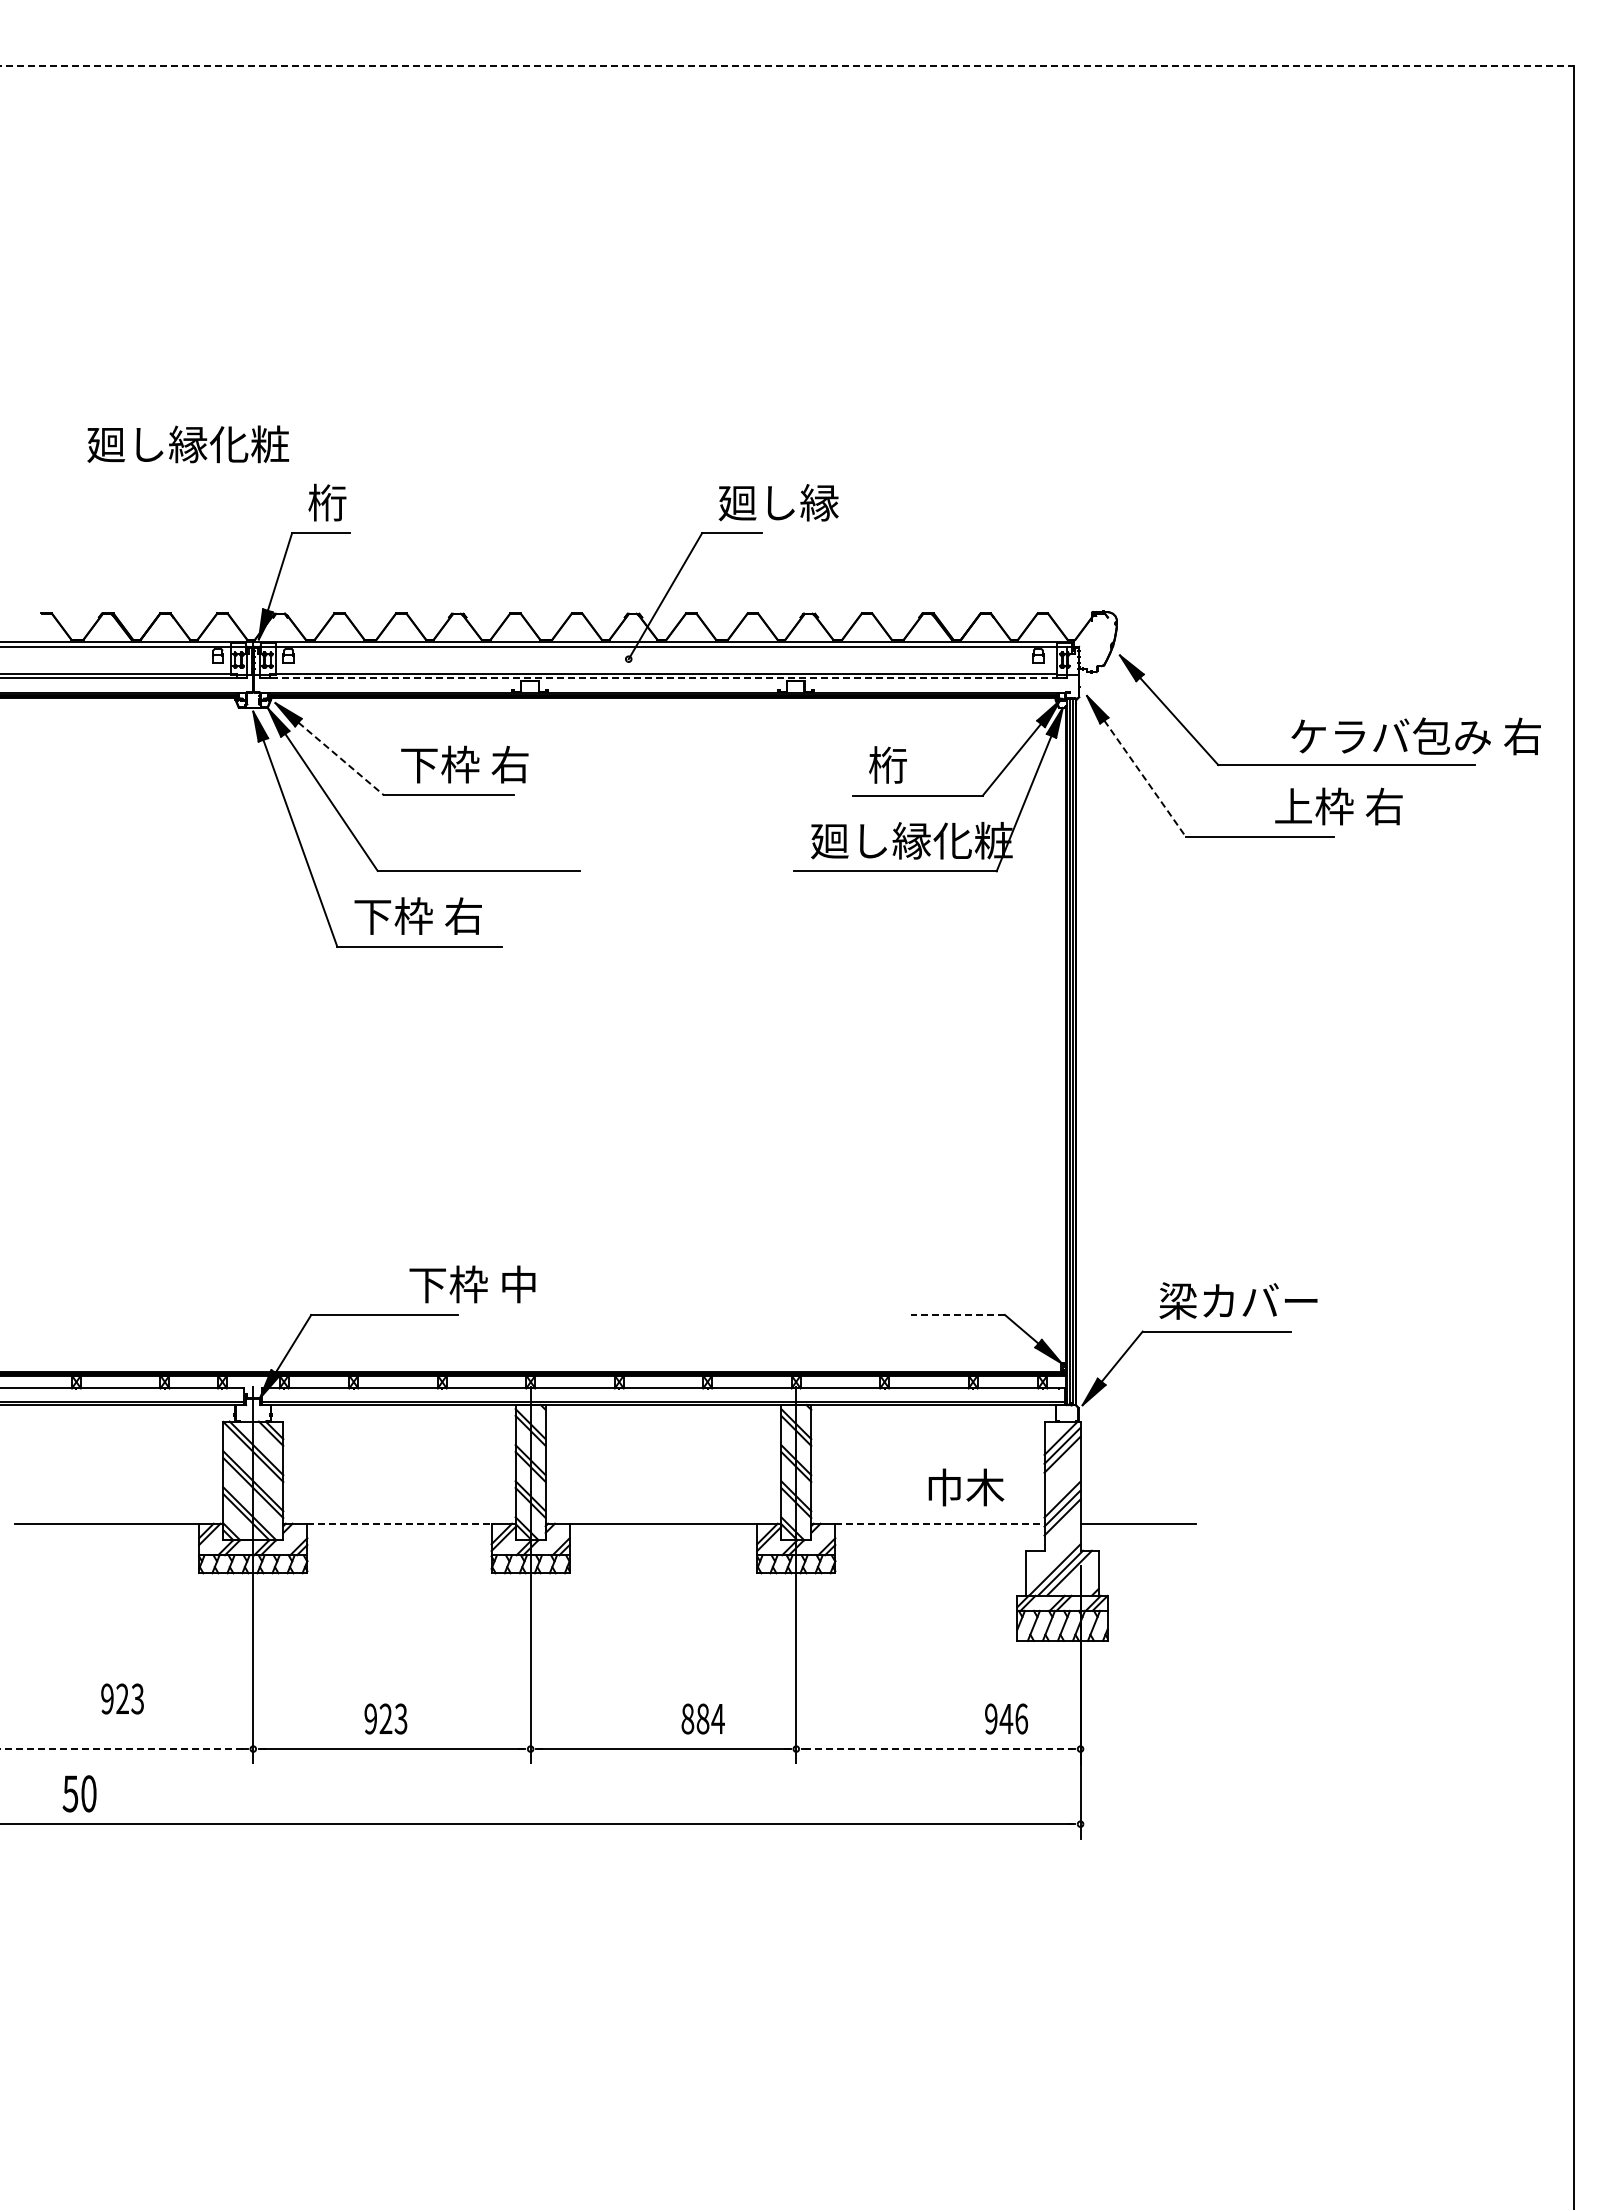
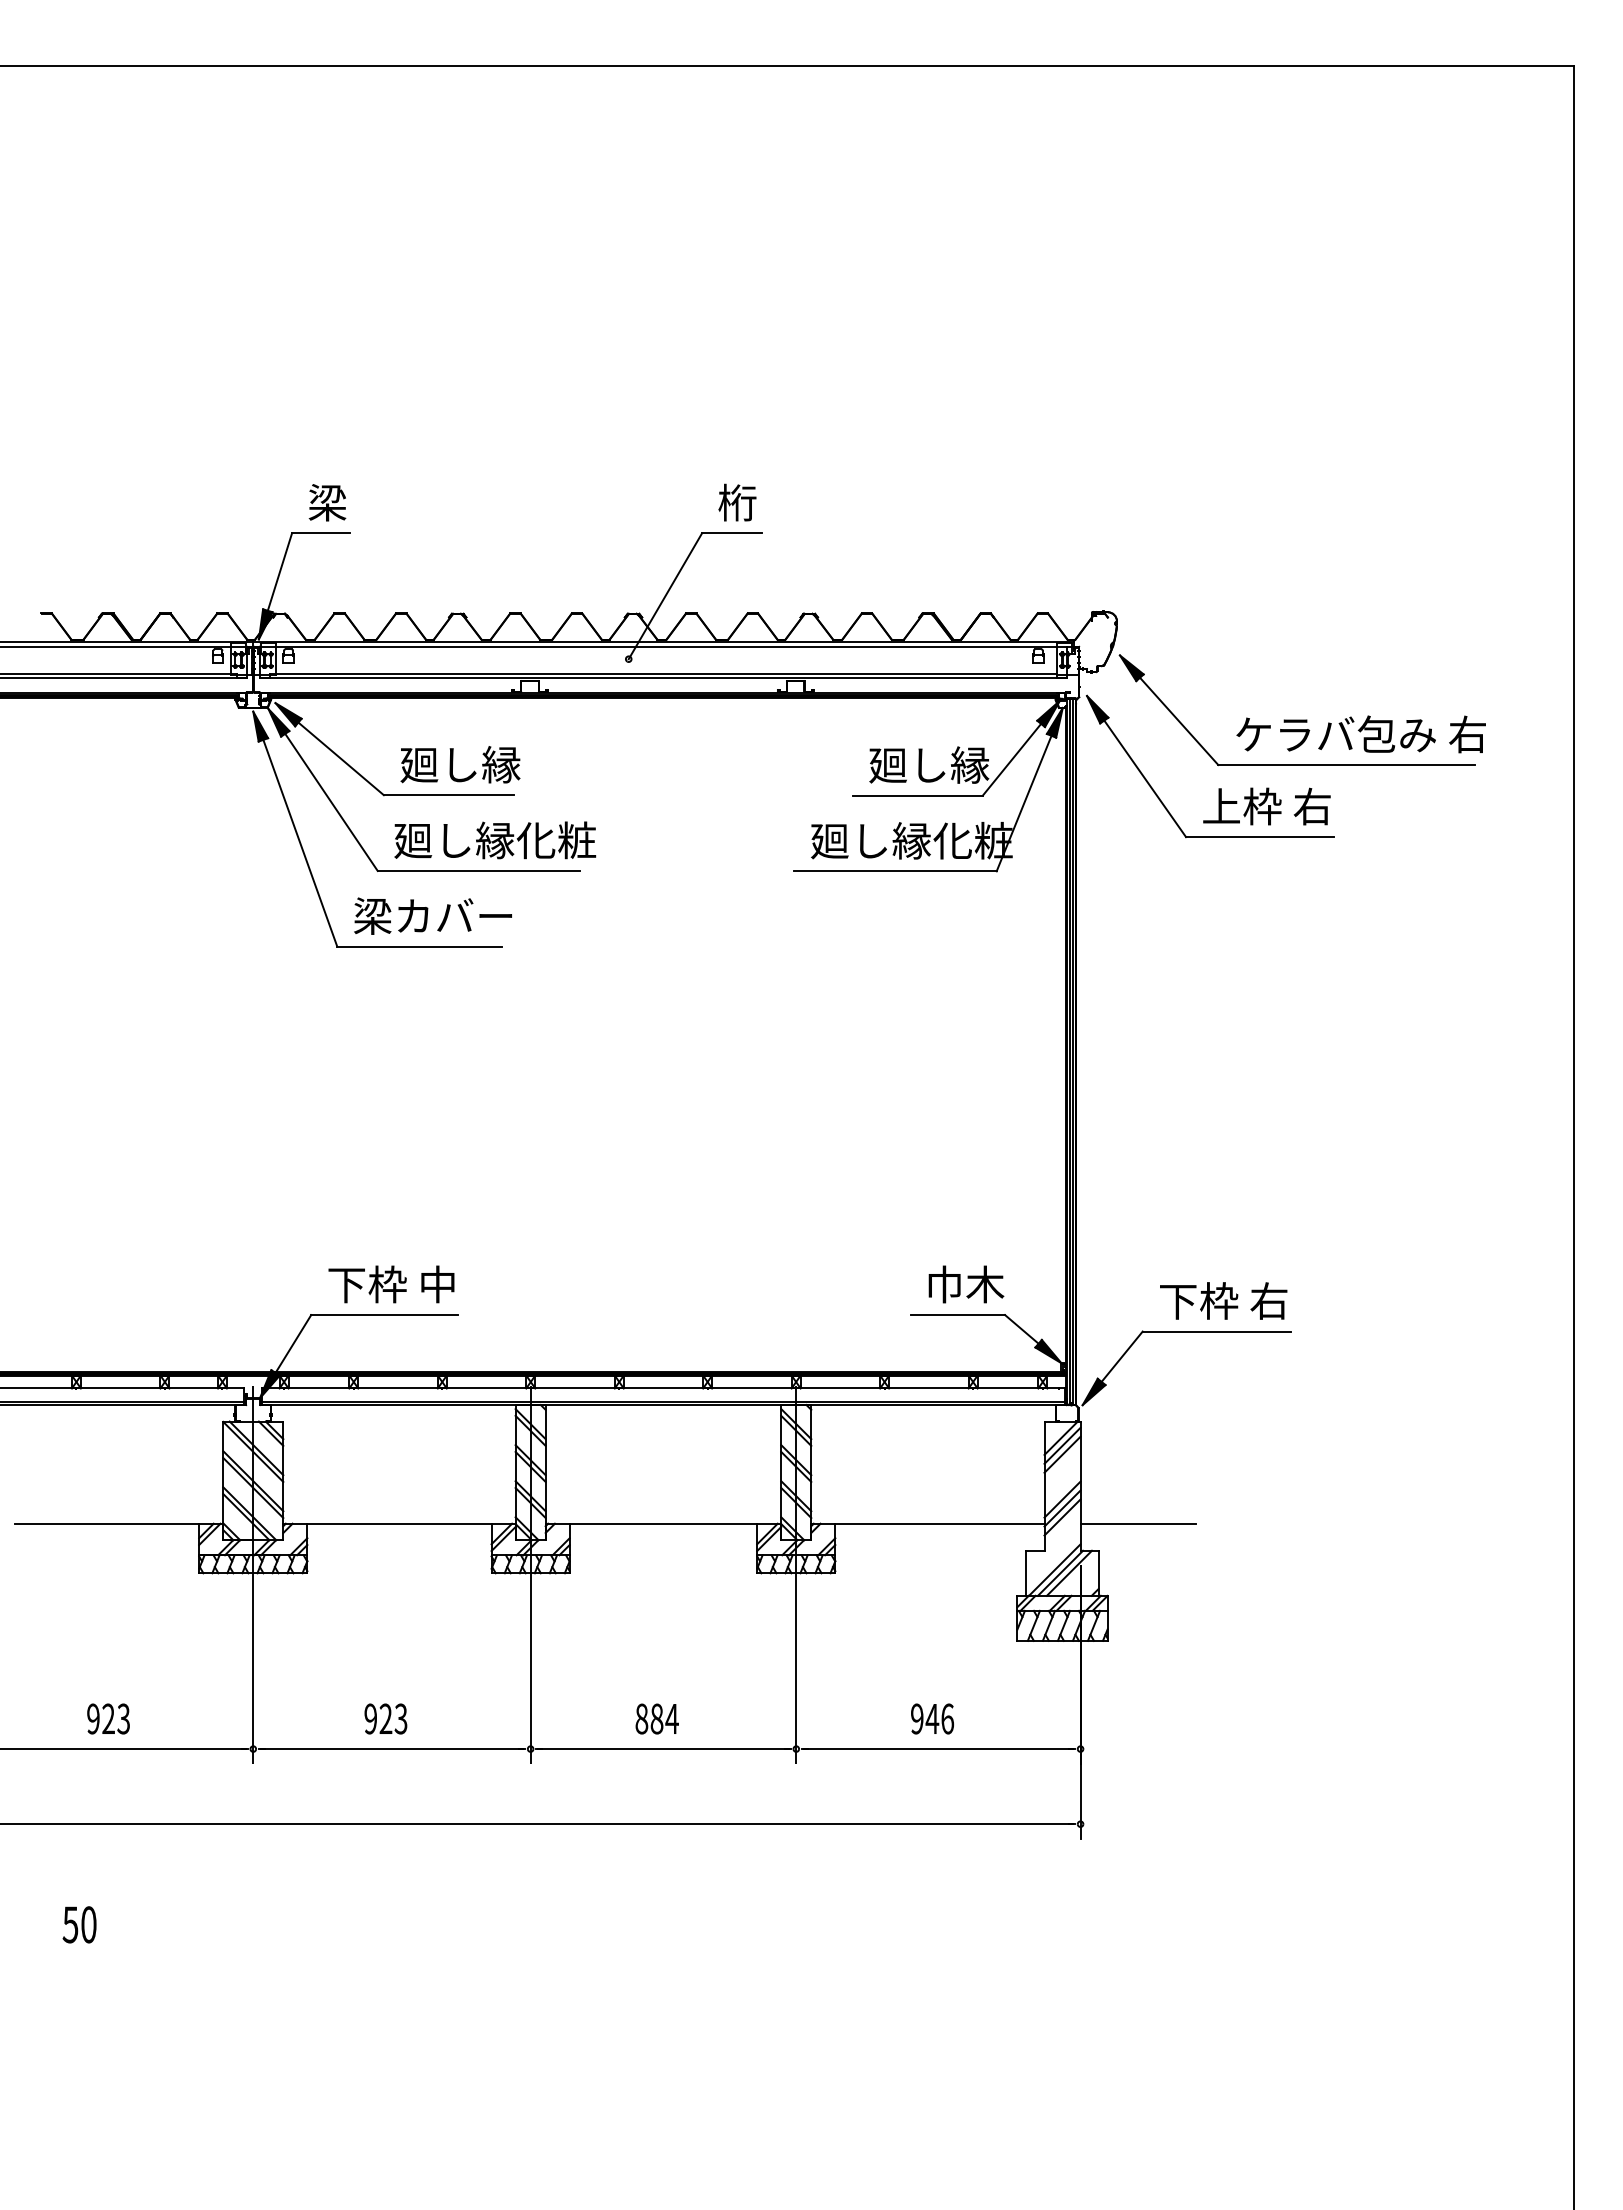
line at (787, 66): dashed -> solid
text at (188, 444) position: (188, 444) -> (495, 840)
text at (327, 502): 桁 -> 梁
text at (778, 502): 廻し縁 -> 桁
line at (663, 678): dashed -> solid
text at (1415, 736) position: (1415, 736) -> (1360, 734)
line at (341, 759): dashed -> solid
text at (464, 764): 下枠 右 -> 廻し縁
text at (929, 764): 桁 -> 廻し縁
line at (1145, 779): dashed -> solid
text at (1338, 806) position: (1338, 806) -> (1266, 806)
text at (433, 915): 下枠 右 -> 梁カバー
text at (472, 1284) position: (472, 1284) -> (391, 1284)
text at (1238, 1300): 梁カバー -> 下枠 右
line at (957, 1315): dashed -> solid
text at (966, 1487) position: (966, 1487) -> (966, 1284)
line at (399, 1523): dashed -> solid
line at (939, 1523): dashed -> solid
text at (122, 1698) position: (122, 1698) -> (108, 1718)
text at (702, 1718) position: (702, 1718) -> (656, 1718)
text at (1006, 1718) position: (1006, 1718) -> (932, 1718)
line at (123, 1749): dashed -> solid
line at (938, 1749): dashed -> solid
text at (79, 1793) position: (79, 1793) -> (79, 1924)
